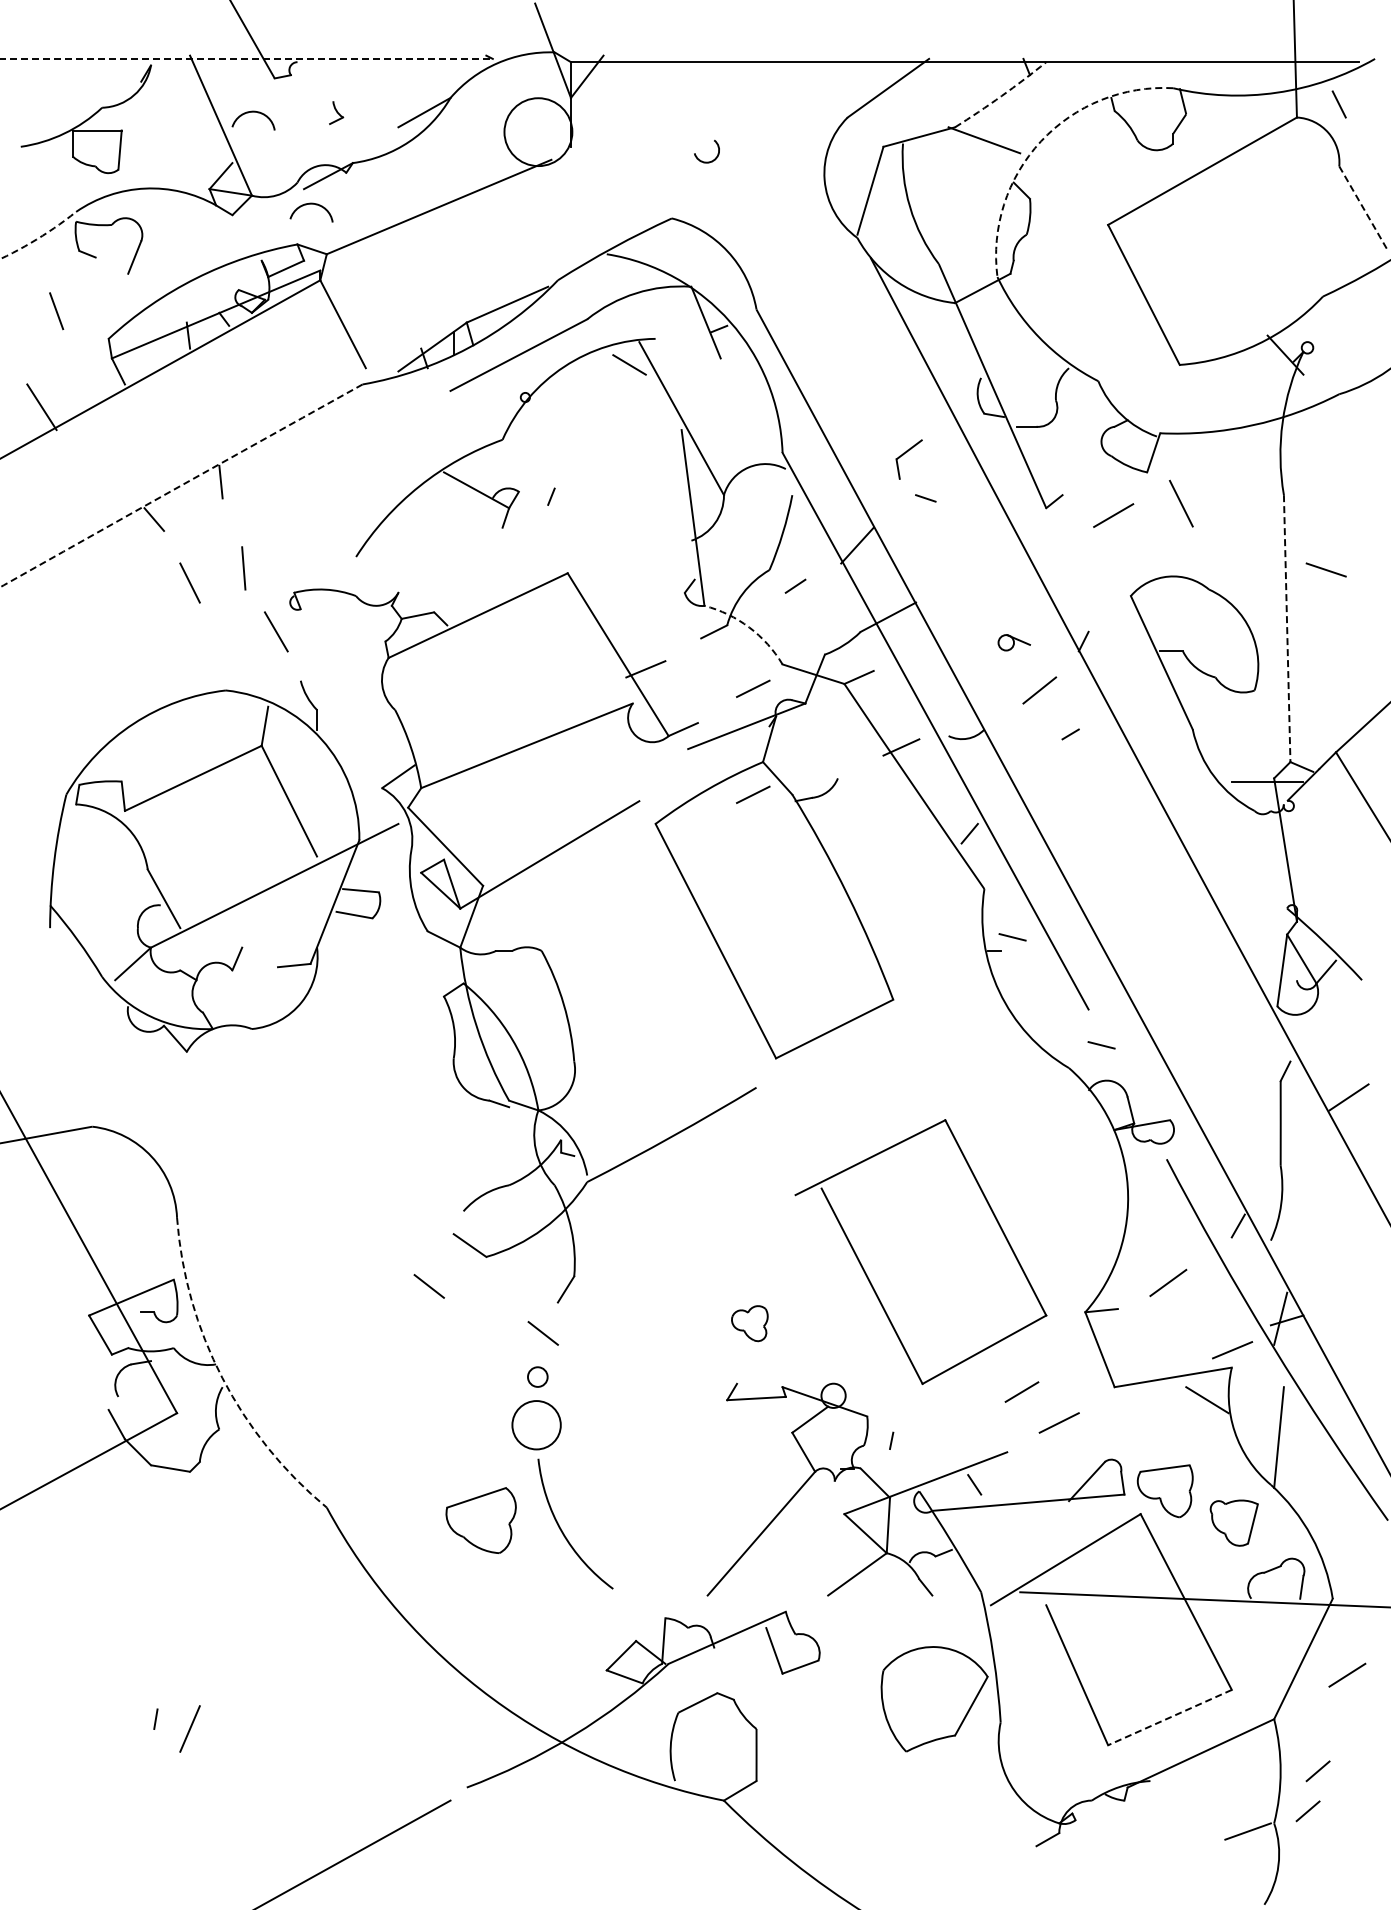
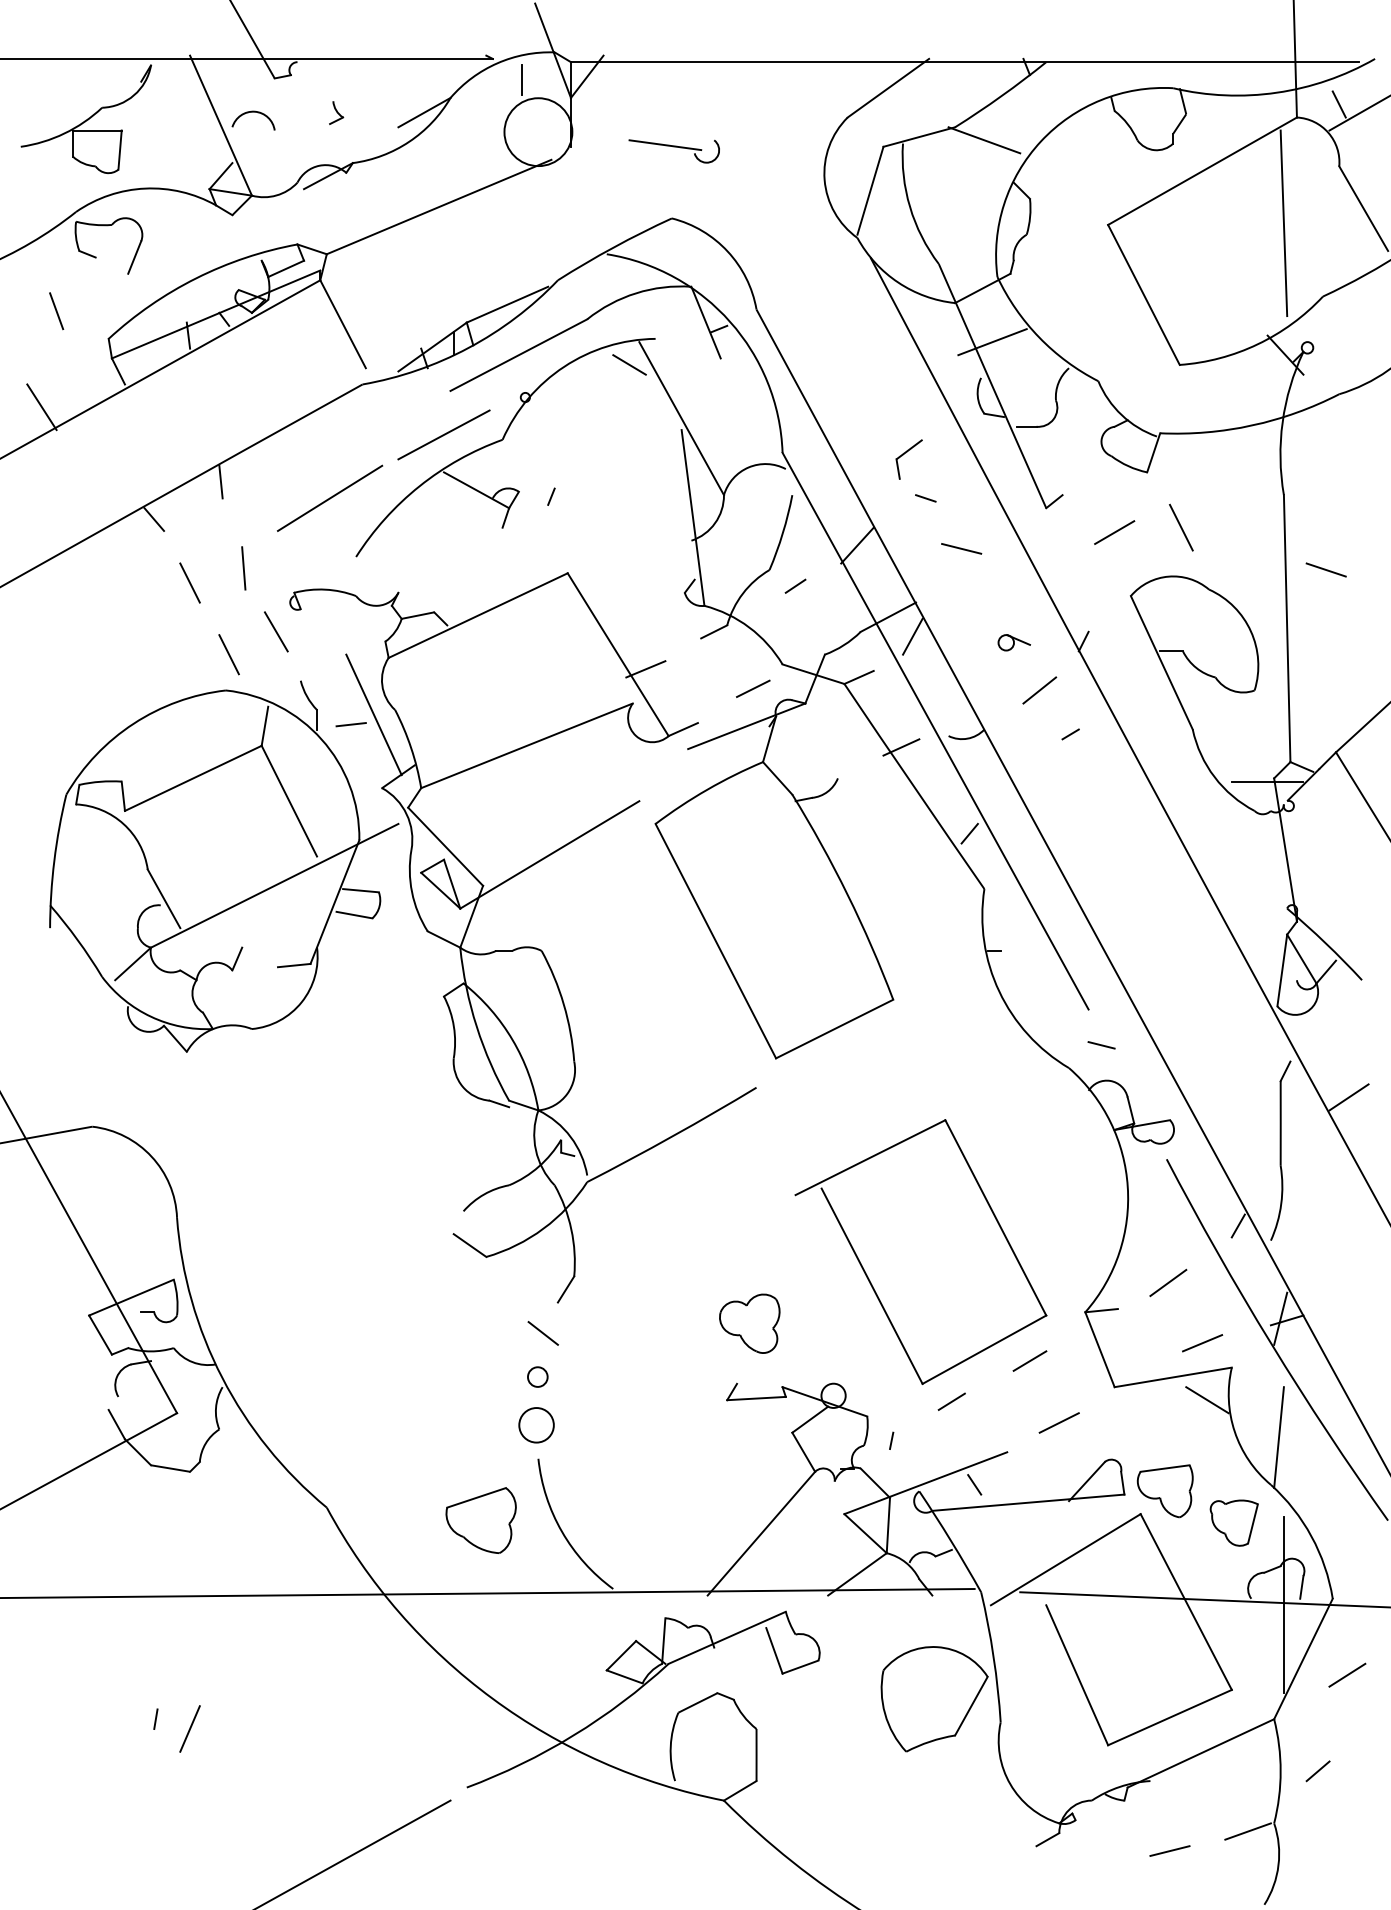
line at (247, 58): dashed -> solid
line at (522, 79): none -> present
arc at (1001, 96): dashed -> solid
line at (1358, 113): none -> present
arc at (1041, 141): dashed -> solid
line at (665, 145): none -> present
arc at (311, 204): present -> none
line at (1363, 208): dashed -> solid
line at (1283, 223): none -> present
arc at (40, 237): dashed -> solid
line at (992, 342): none -> present
line at (443, 434): none -> present
arc at (180, 486): dashed -> solid
line at (330, 497): none -> present
line at (1181, 503) position: (1181, 503) -> (1181, 527)
line at (1113, 515) position: (1113, 515) -> (1114, 532)
line at (961, 548): none -> present
arc at (749, 627): dashed -> solid
line at (1287, 628): dashed -> solid
line at (912, 636): none -> present
line at (228, 654): none -> present
line at (373, 714): none -> present
line at (350, 724): none -> present
line at (753, 794): present -> none
line at (1012, 937): present -> none
line at (428, 1286): present -> none
part at (749, 1323) size: 38x38 px -> 62x61 px
line at (1232, 1350) position: (1232, 1350) -> (1202, 1343)
arc at (222, 1378): dashed -> solid
line at (1021, 1391) position: (1021, 1391) -> (1029, 1360)
line at (951, 1401): none -> present
circle at (536, 1425) size: 51x51 px -> 37x37 px
line at (488, 1593): none -> present
line at (1283, 1605): none -> present
line at (1169, 1717): dashed -> solid
line at (1307, 1811): present -> none
line at (1169, 1850): none -> present
